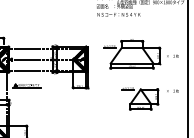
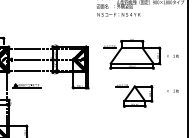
part at (140, 98) position: (140, 98) -> (134, 95)
